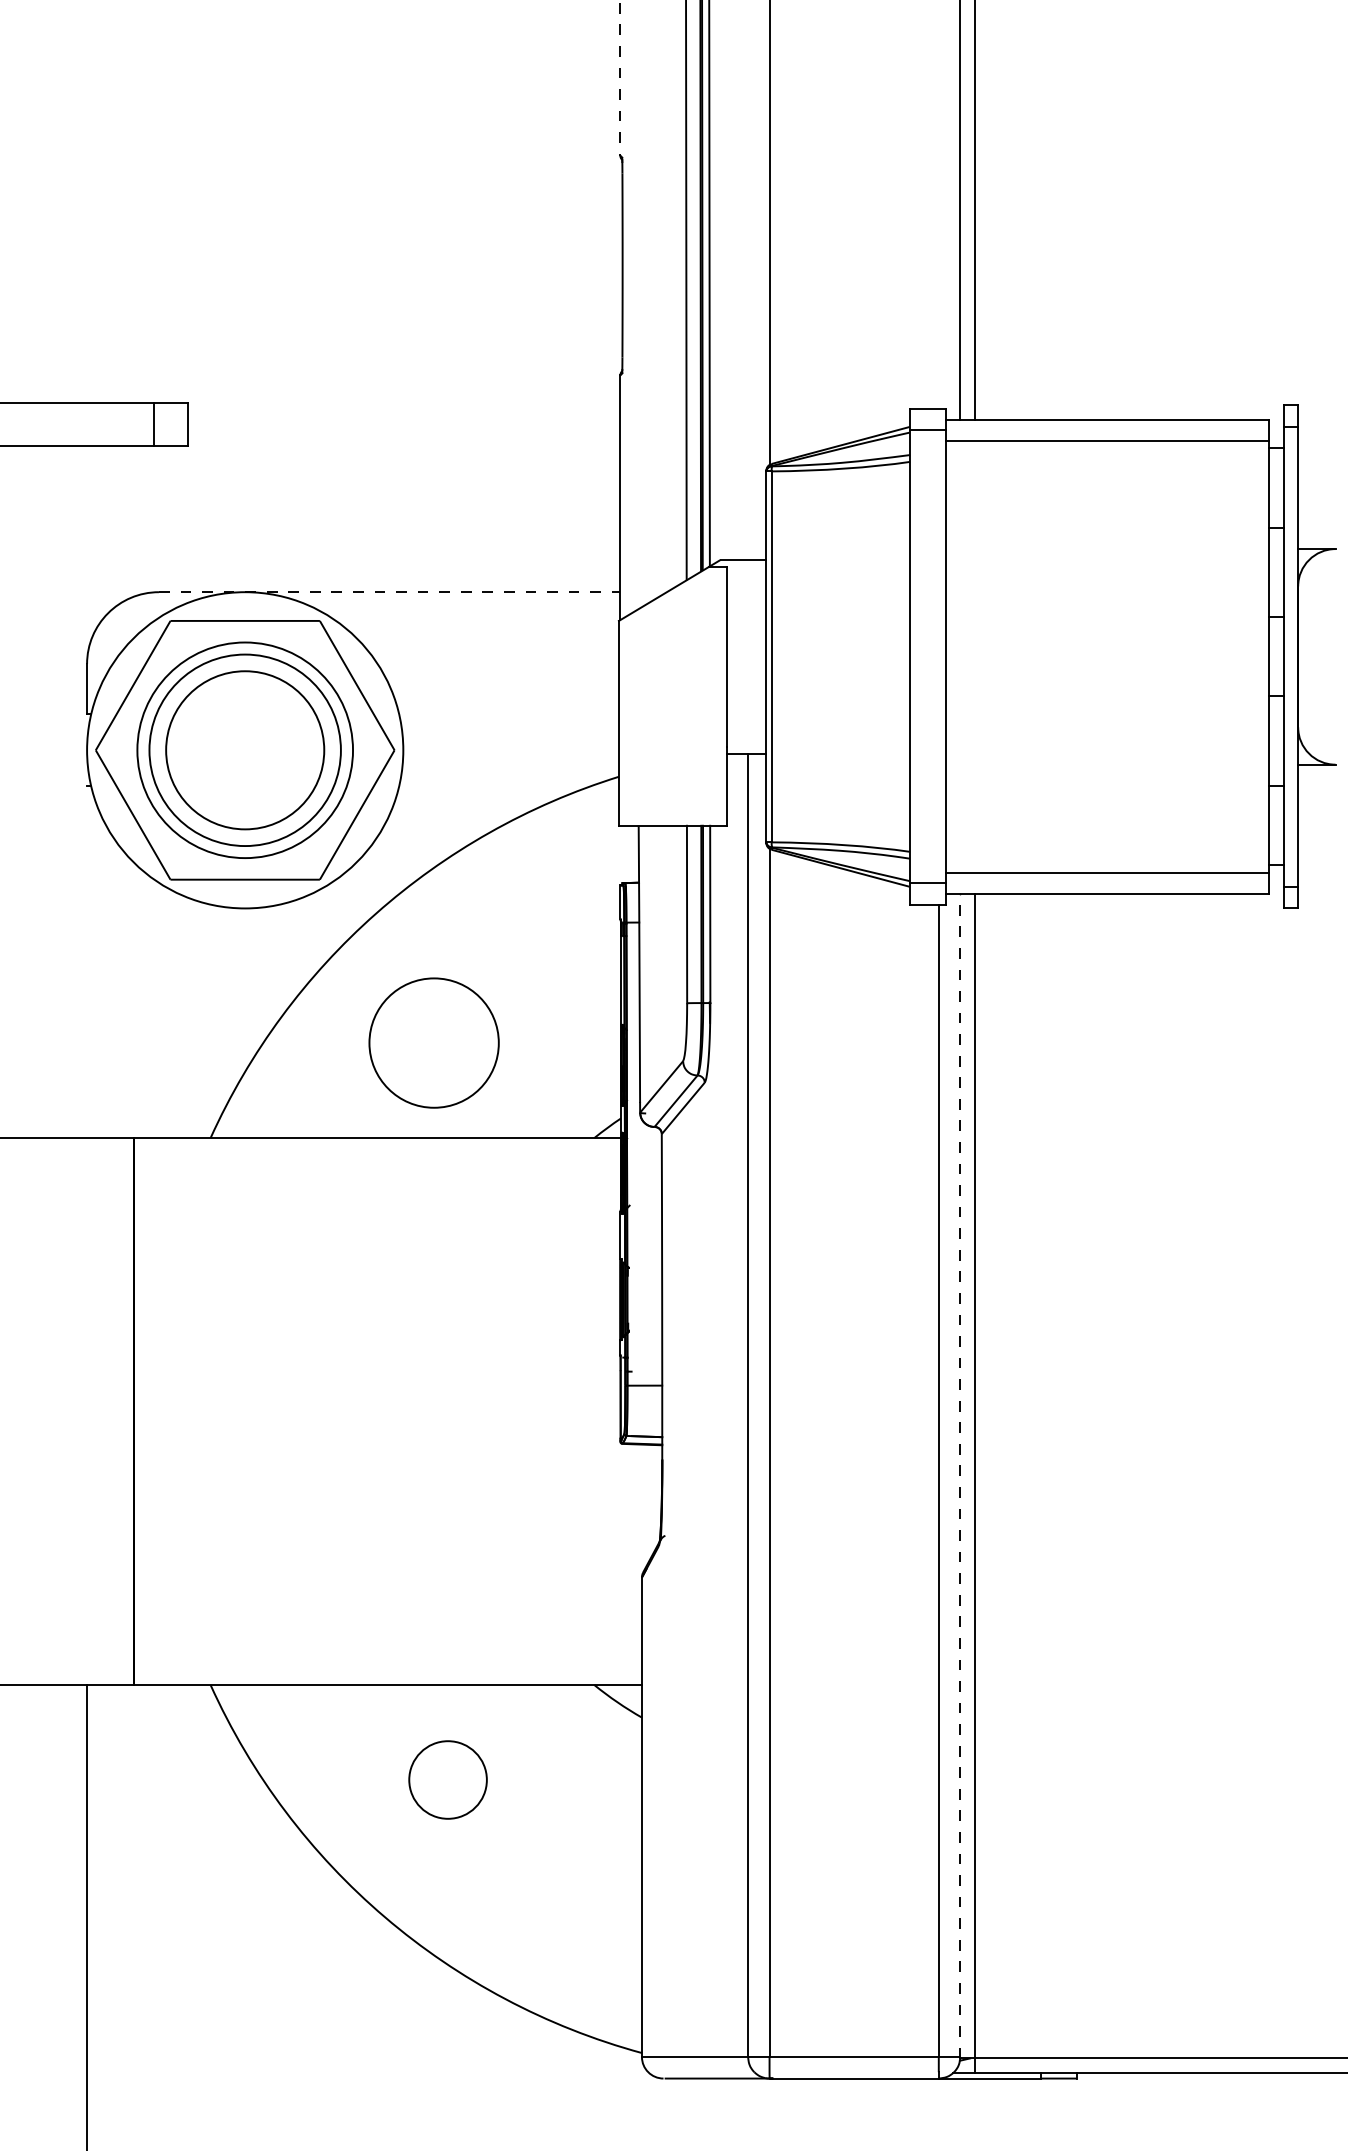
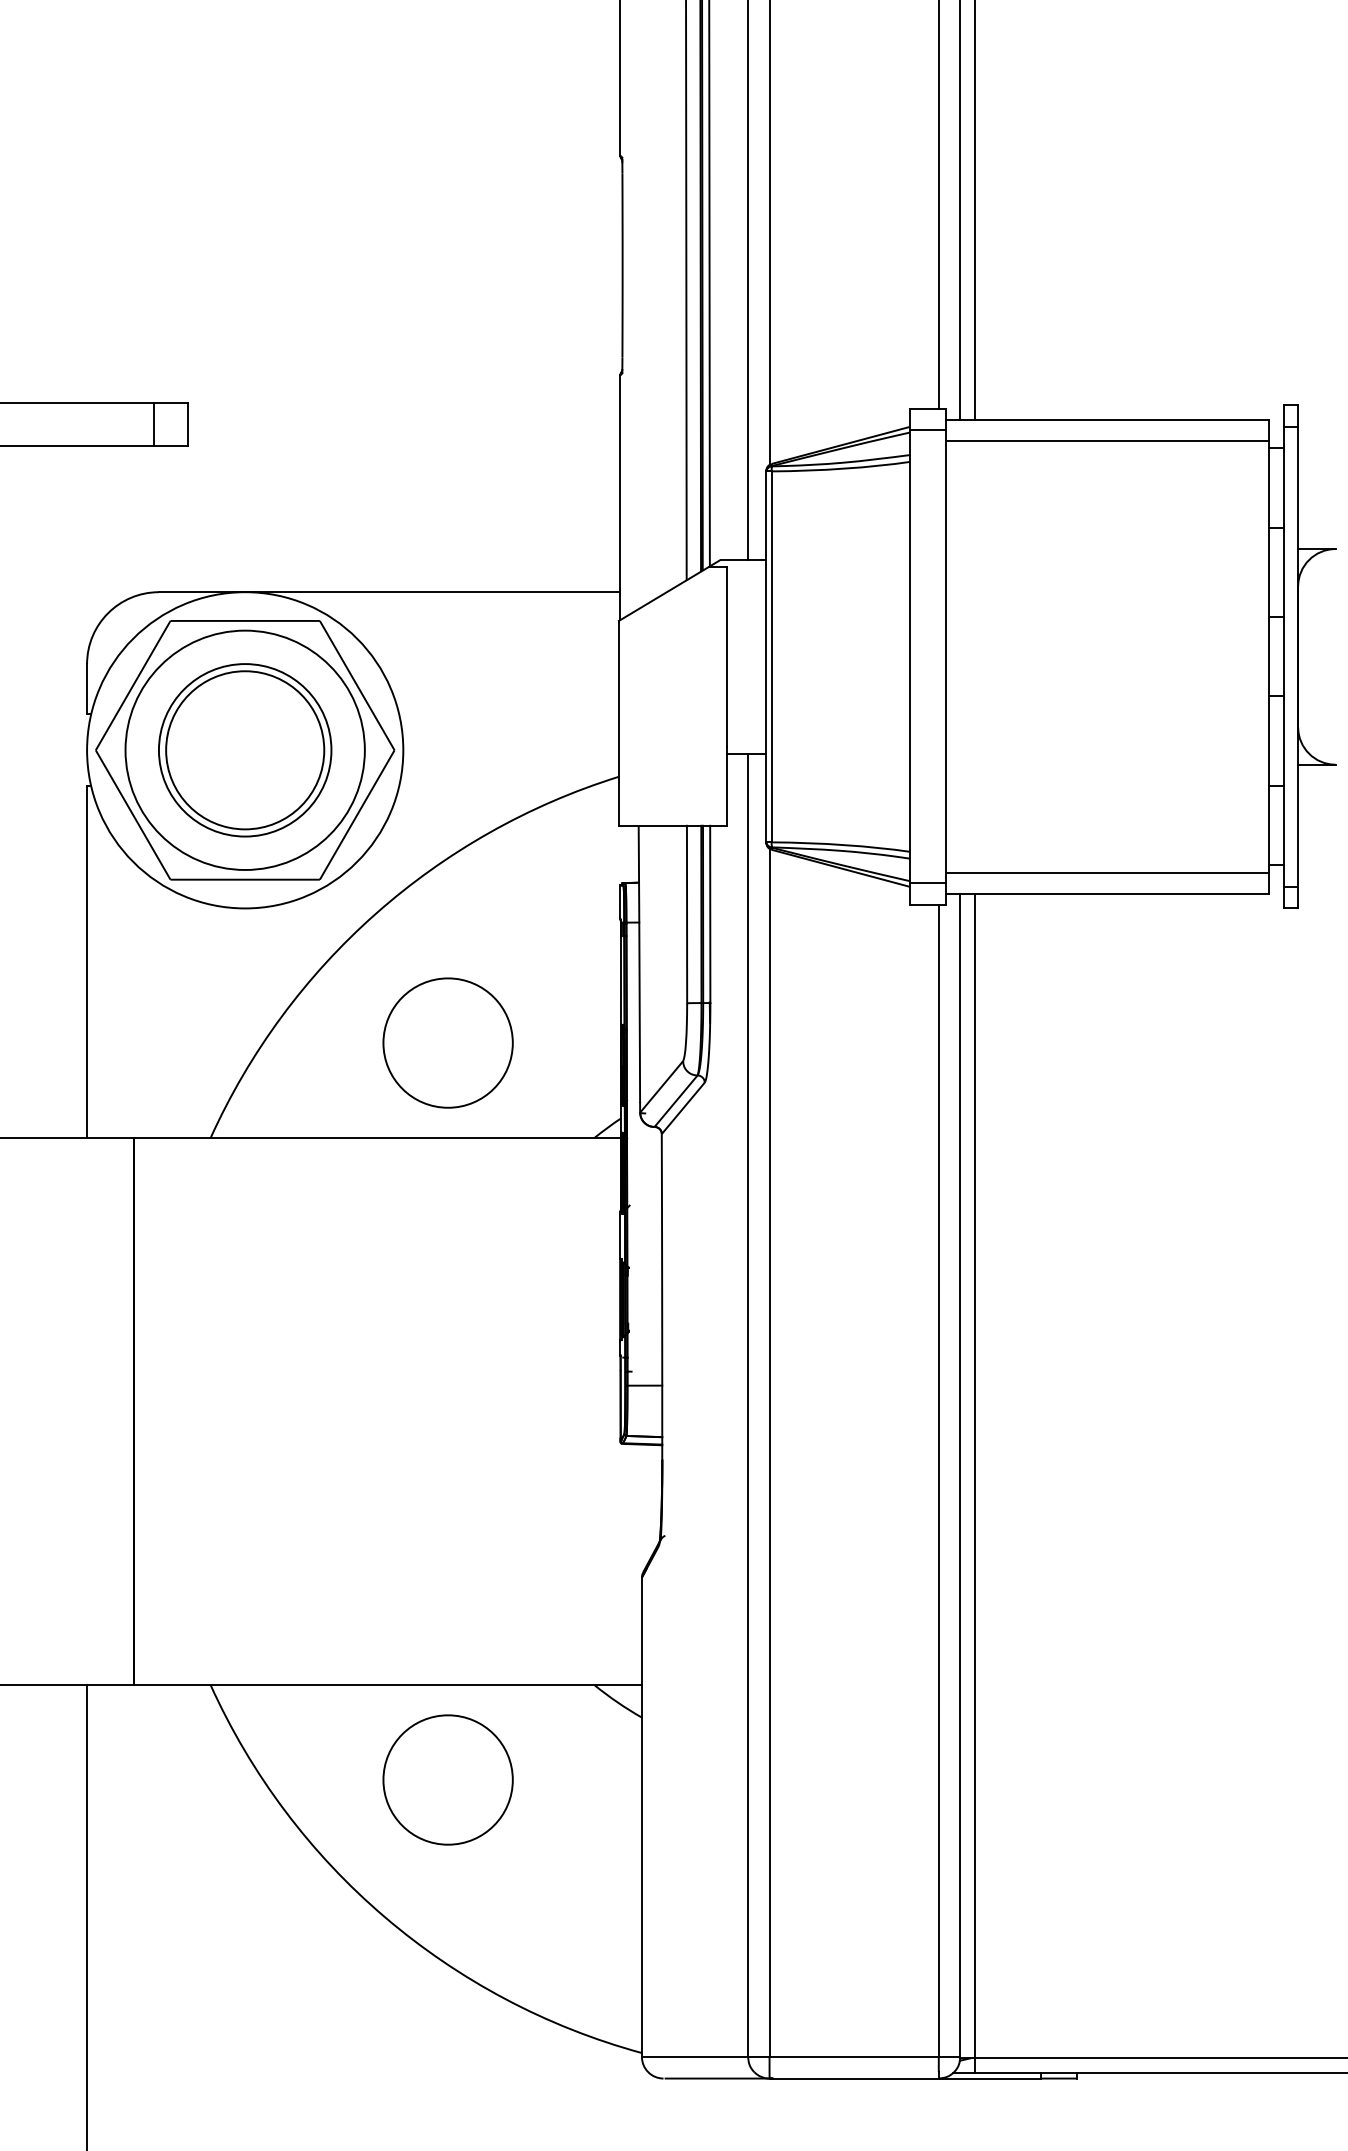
line at (620, 78): dashed -> solid
line at (938, 205): none -> present
line at (748, 280): none -> present
line at (389, 592): dashed -> solid
circle at (244, 750) diameter: 191 px -> 239 px
circle at (245, 750) diameter: 216 px -> 172 px
line at (87, 962): none -> present
circle at (433, 1042) position: (433, 1042) -> (447, 1042)
line at (960, 1475): dashed -> solid
circle at (447, 1779) size: 80x80 px -> 132x132 px
